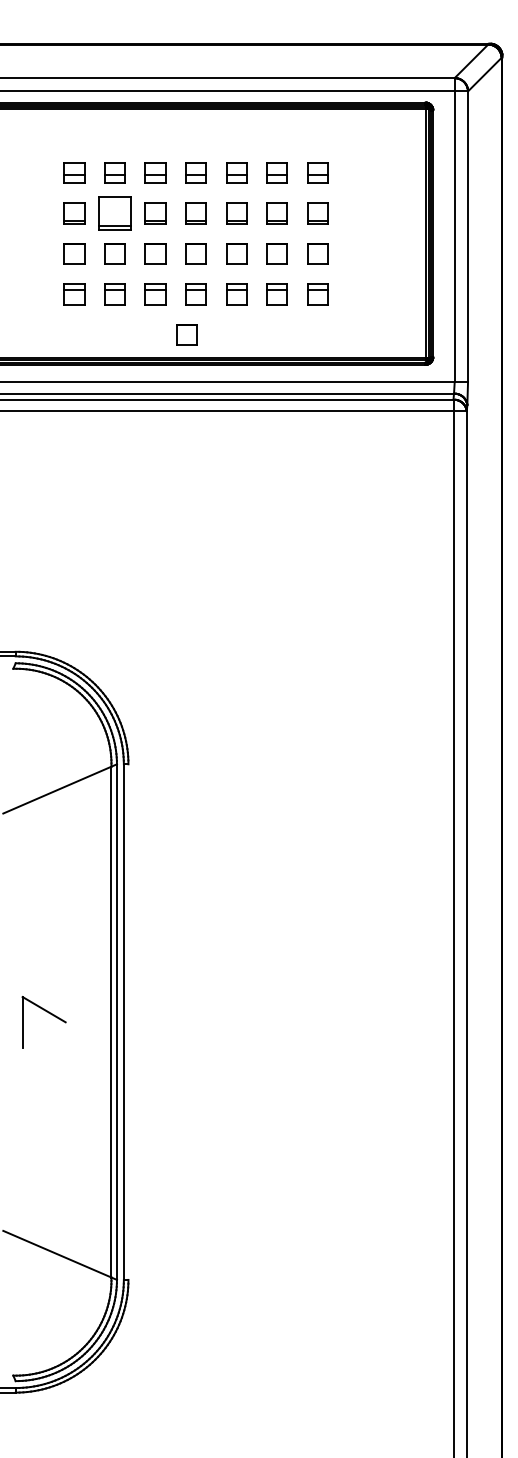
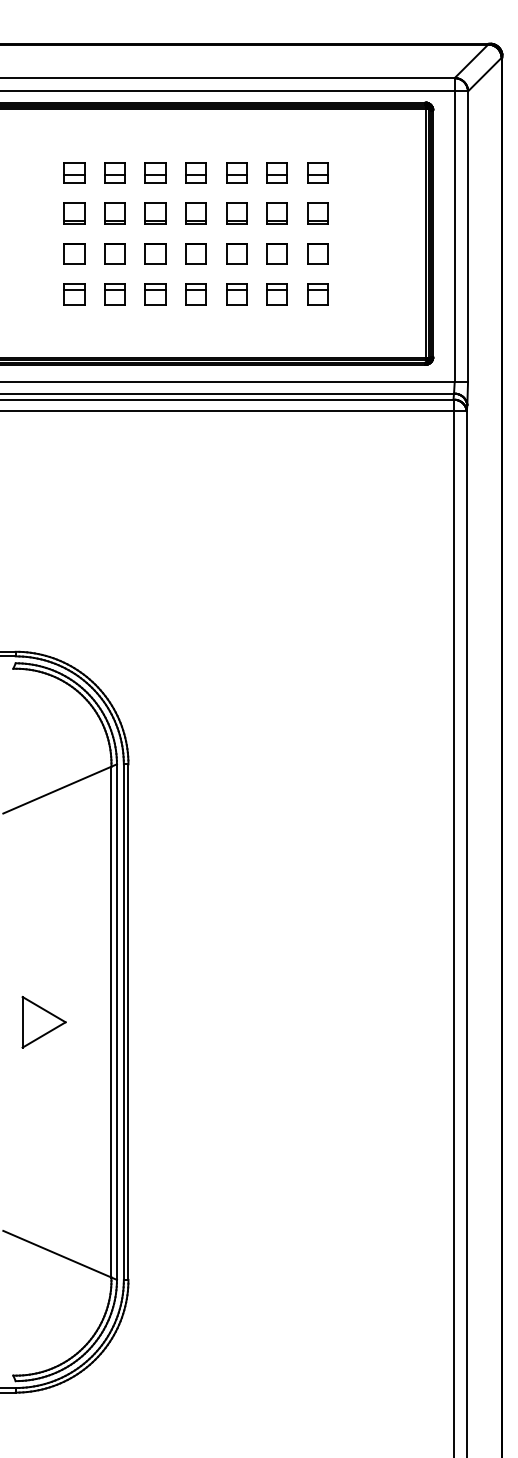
part at (114, 213) size: 34x35 px -> 22x23 px
part at (186, 334): present -> none
line at (128, 1021): none -> present
line at (43, 1034): none -> present
